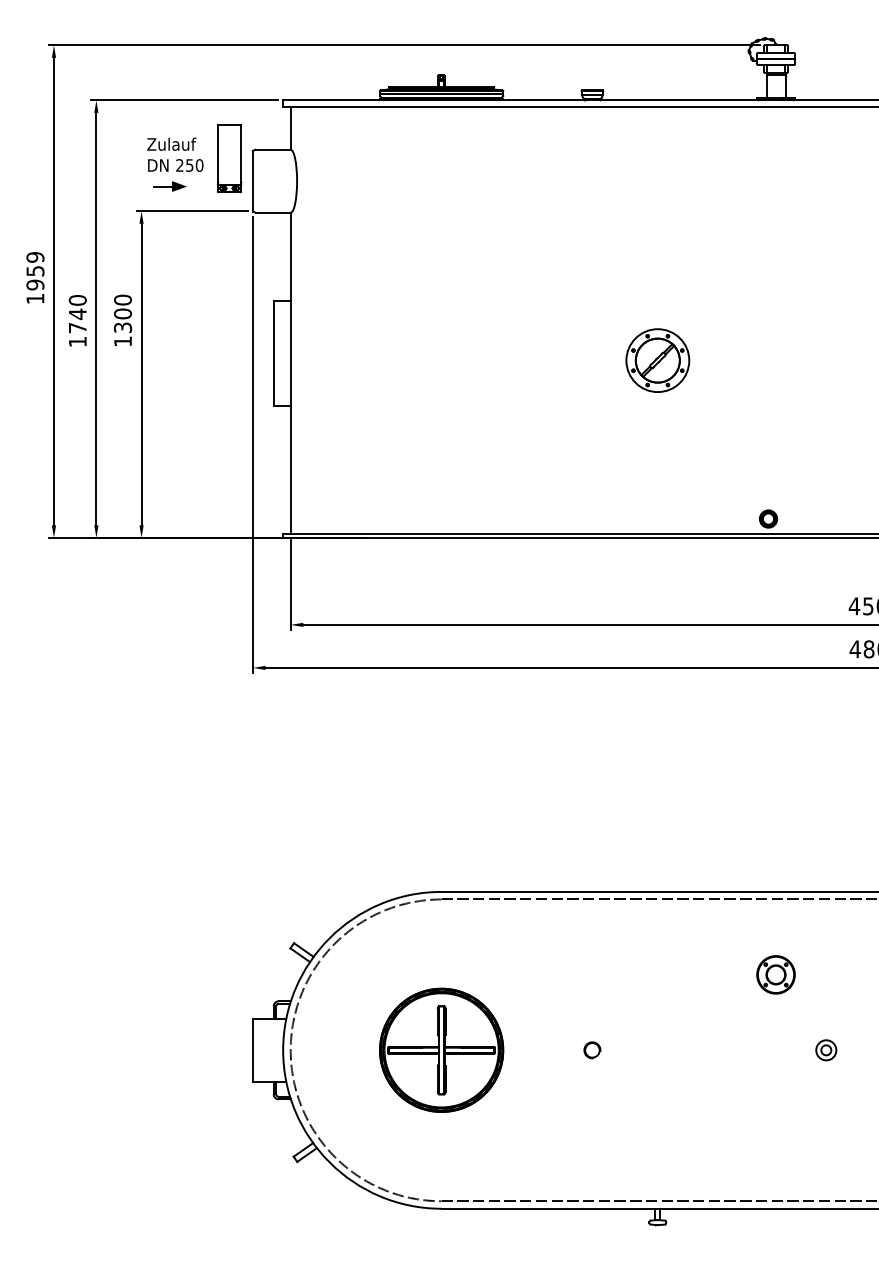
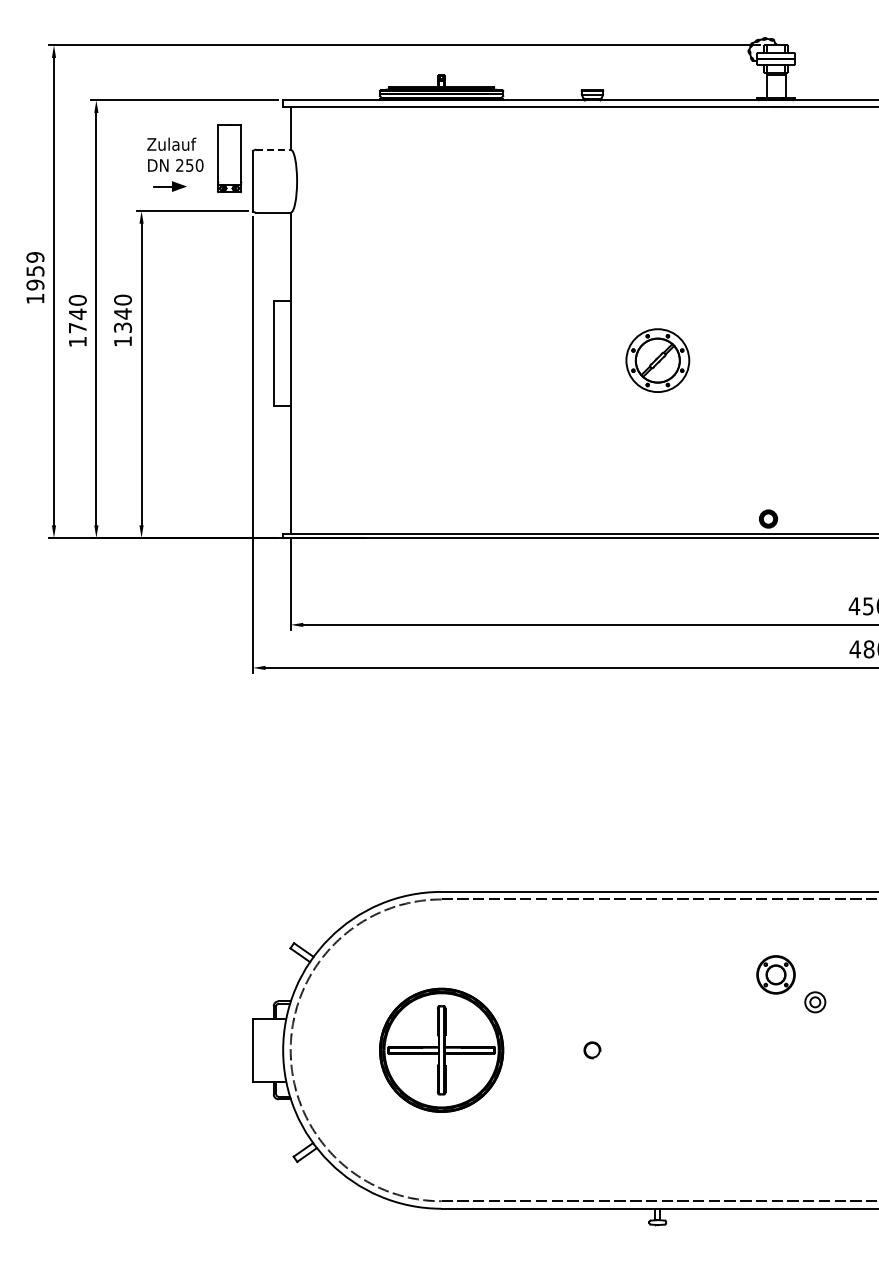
line at (273, 149): solid -> dashed
text at (123, 313): 1300 -> 1340
part at (826, 1050) position: (826, 1050) -> (815, 1002)
